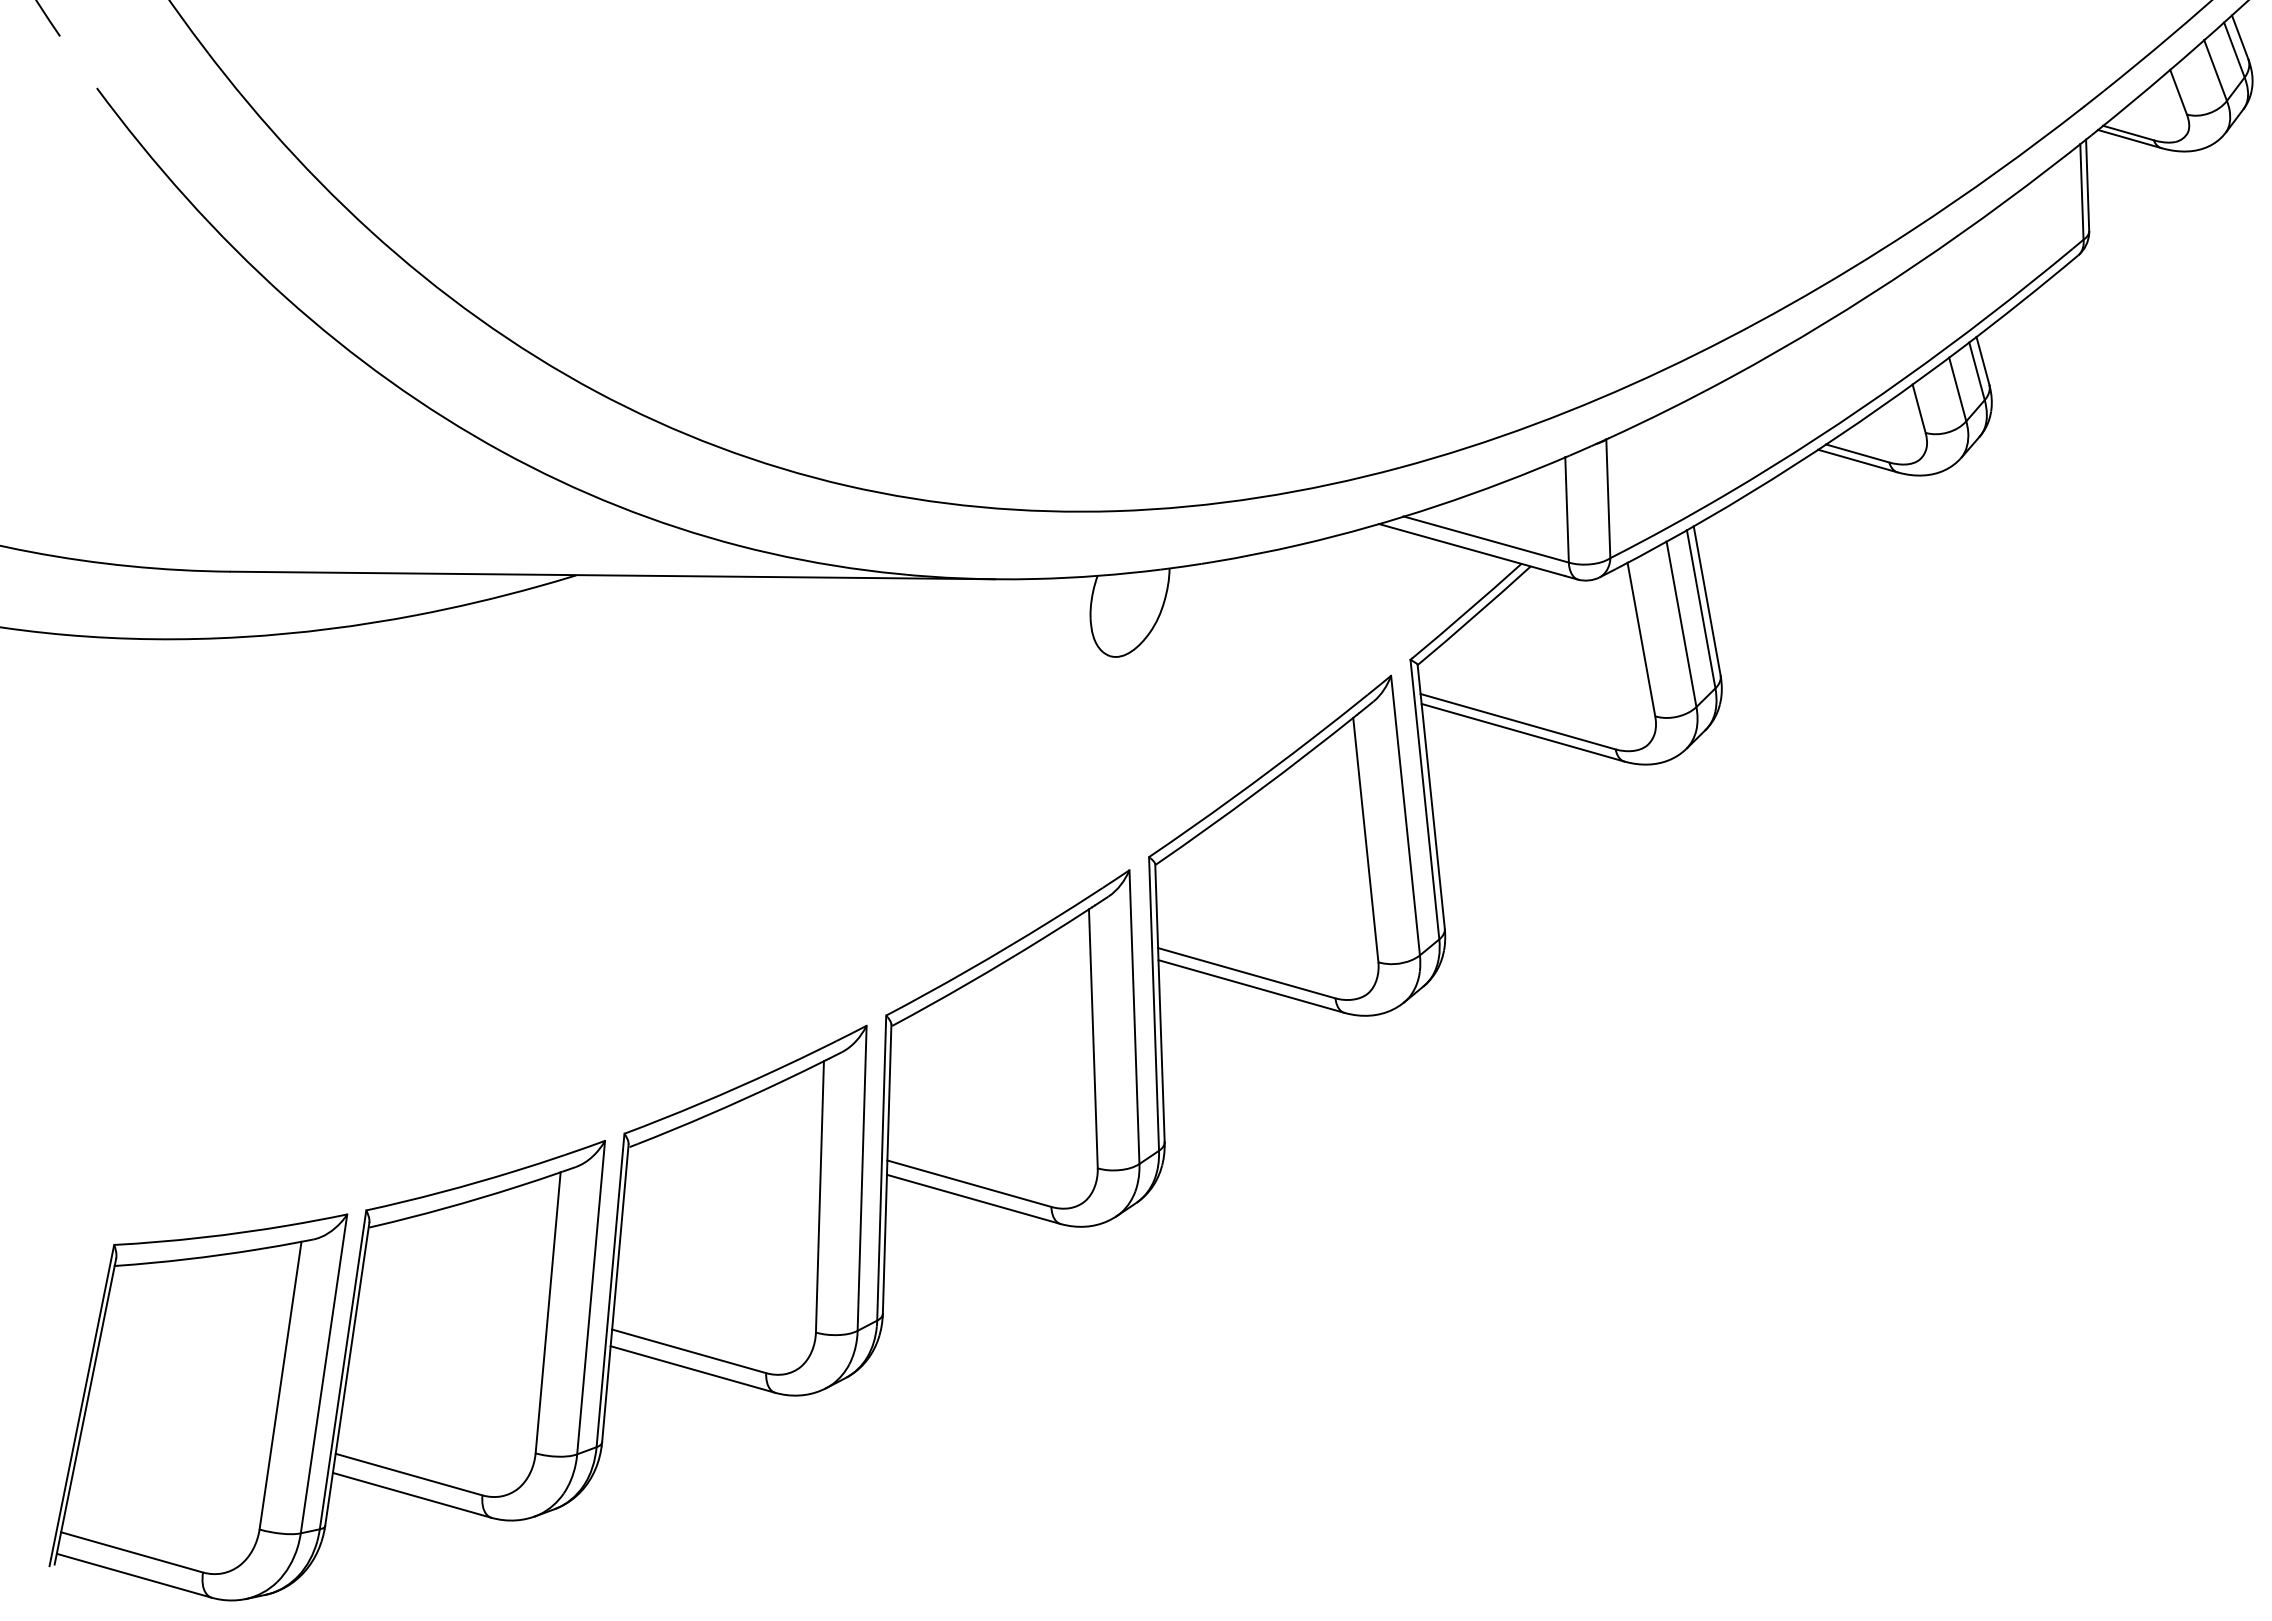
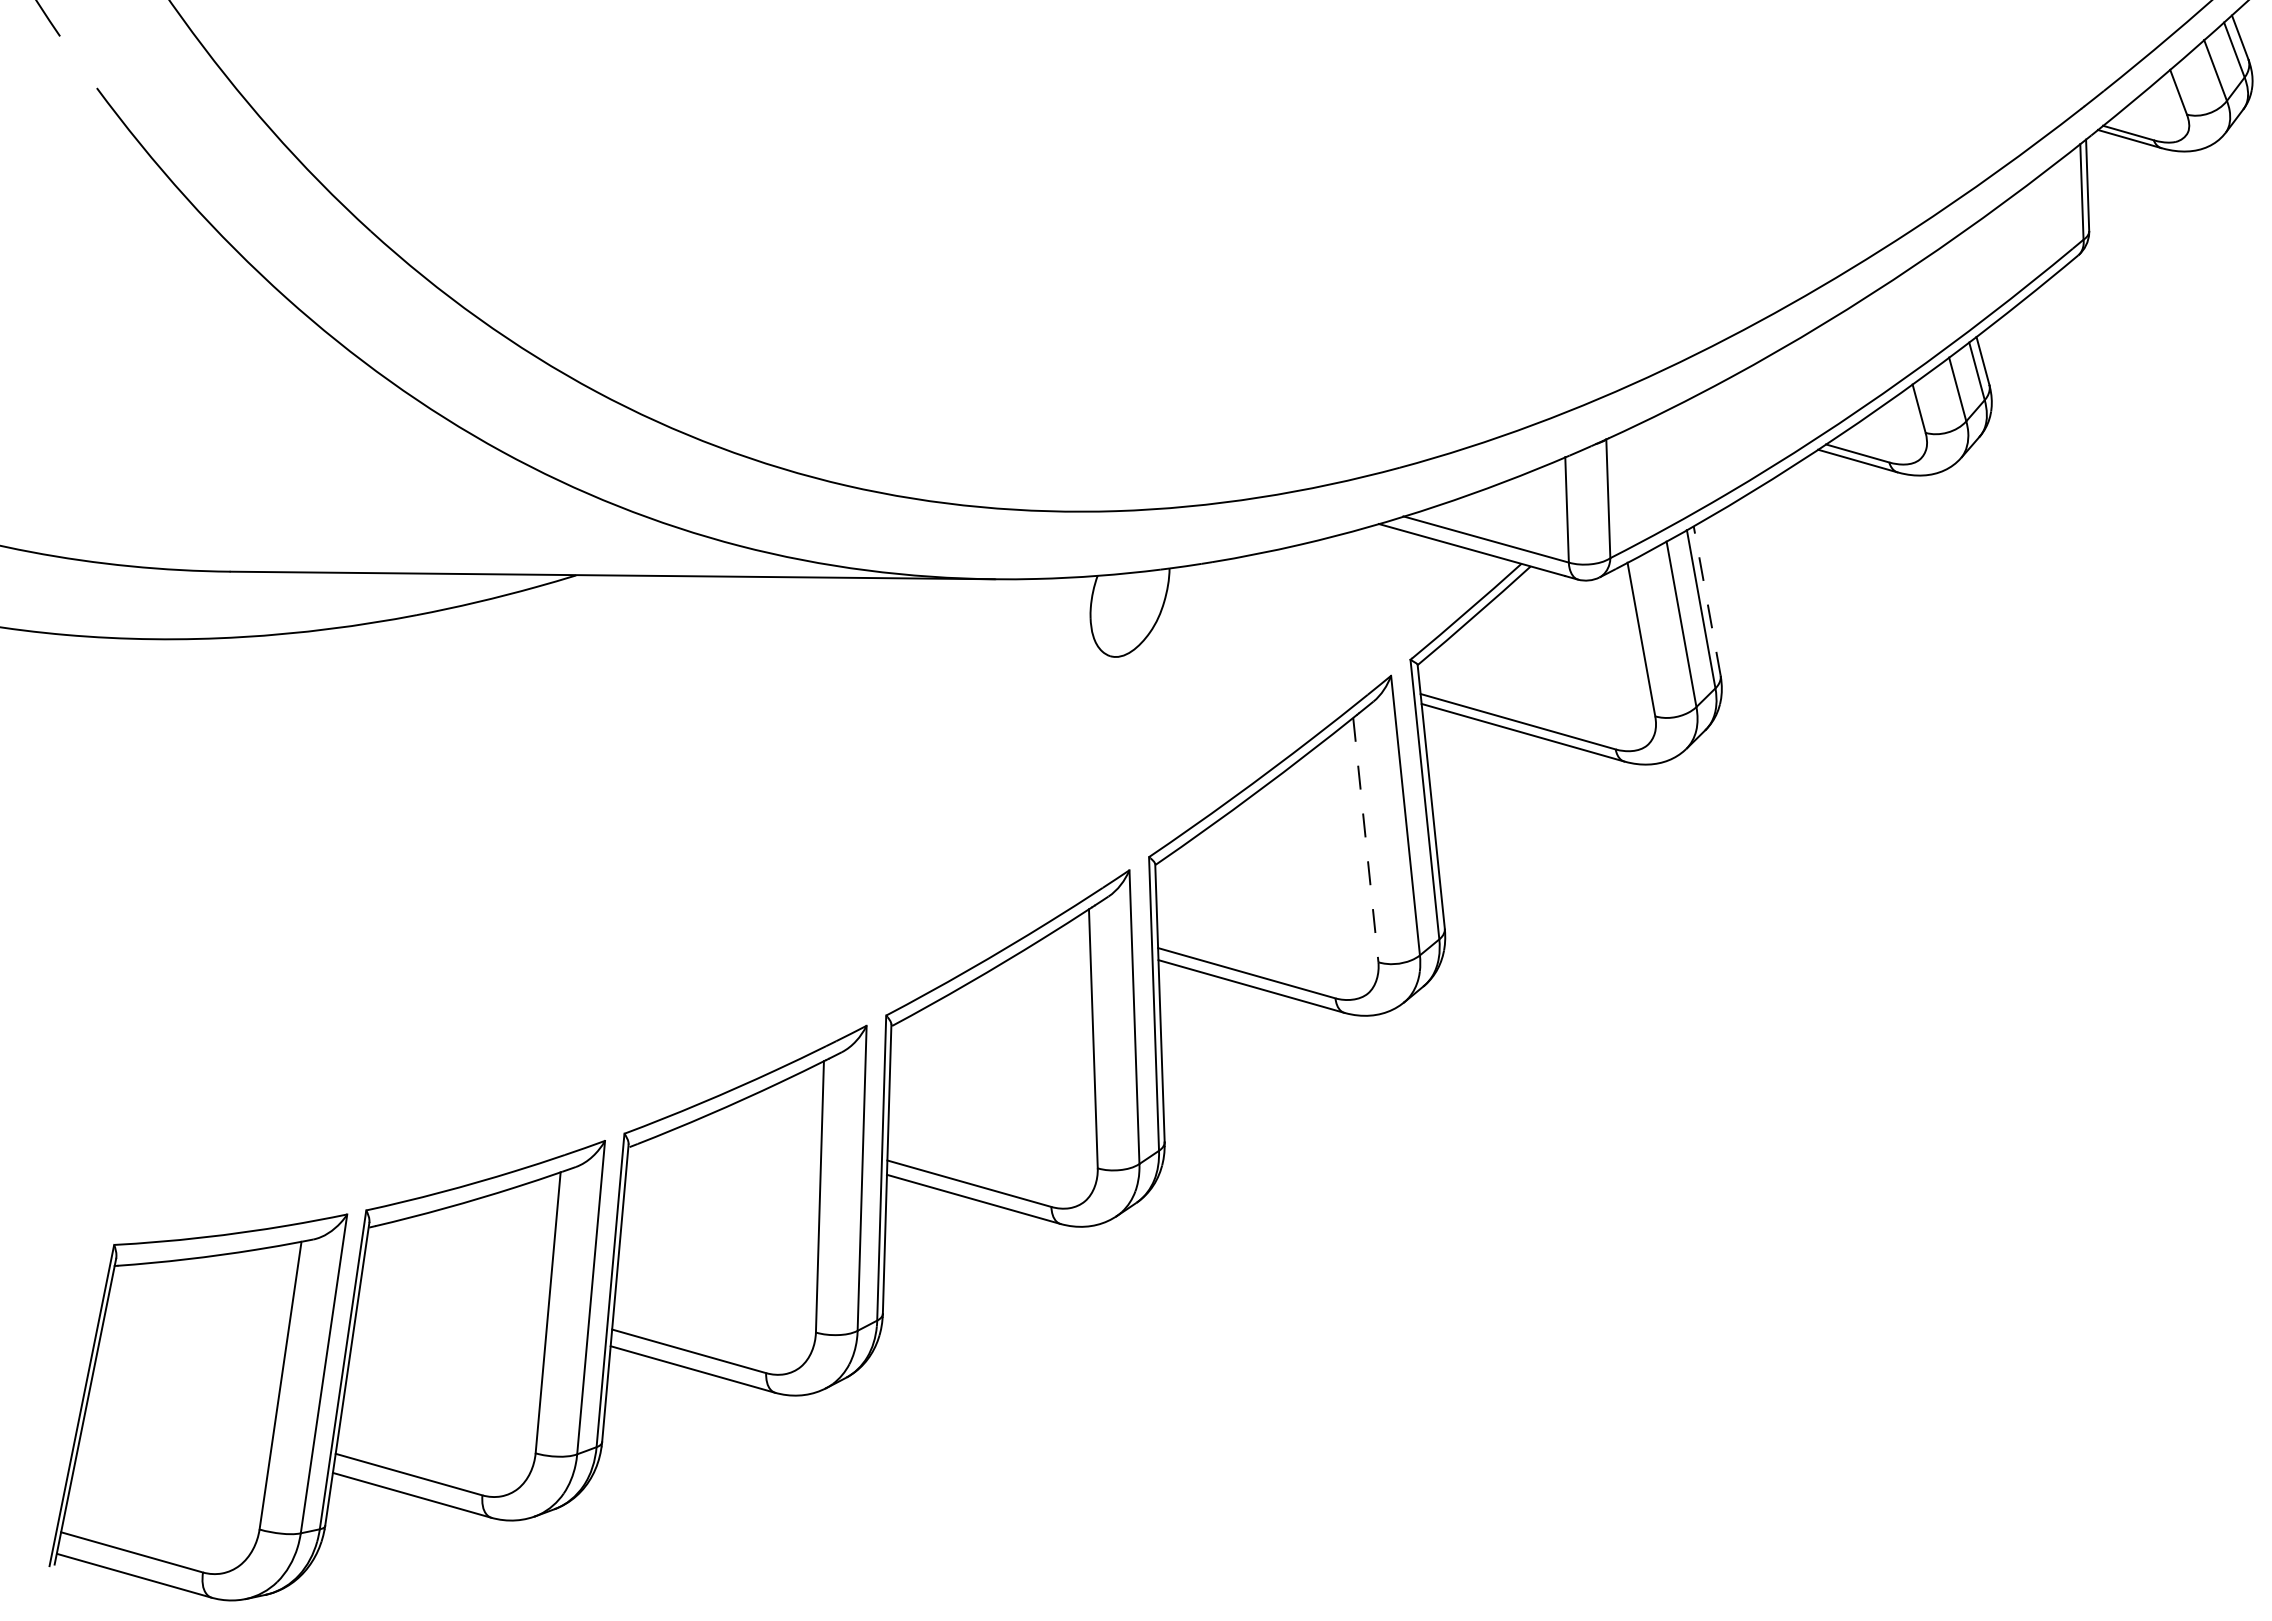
line at (1707, 600): solid -> dashed
line at (1365, 840): solid -> dashed
